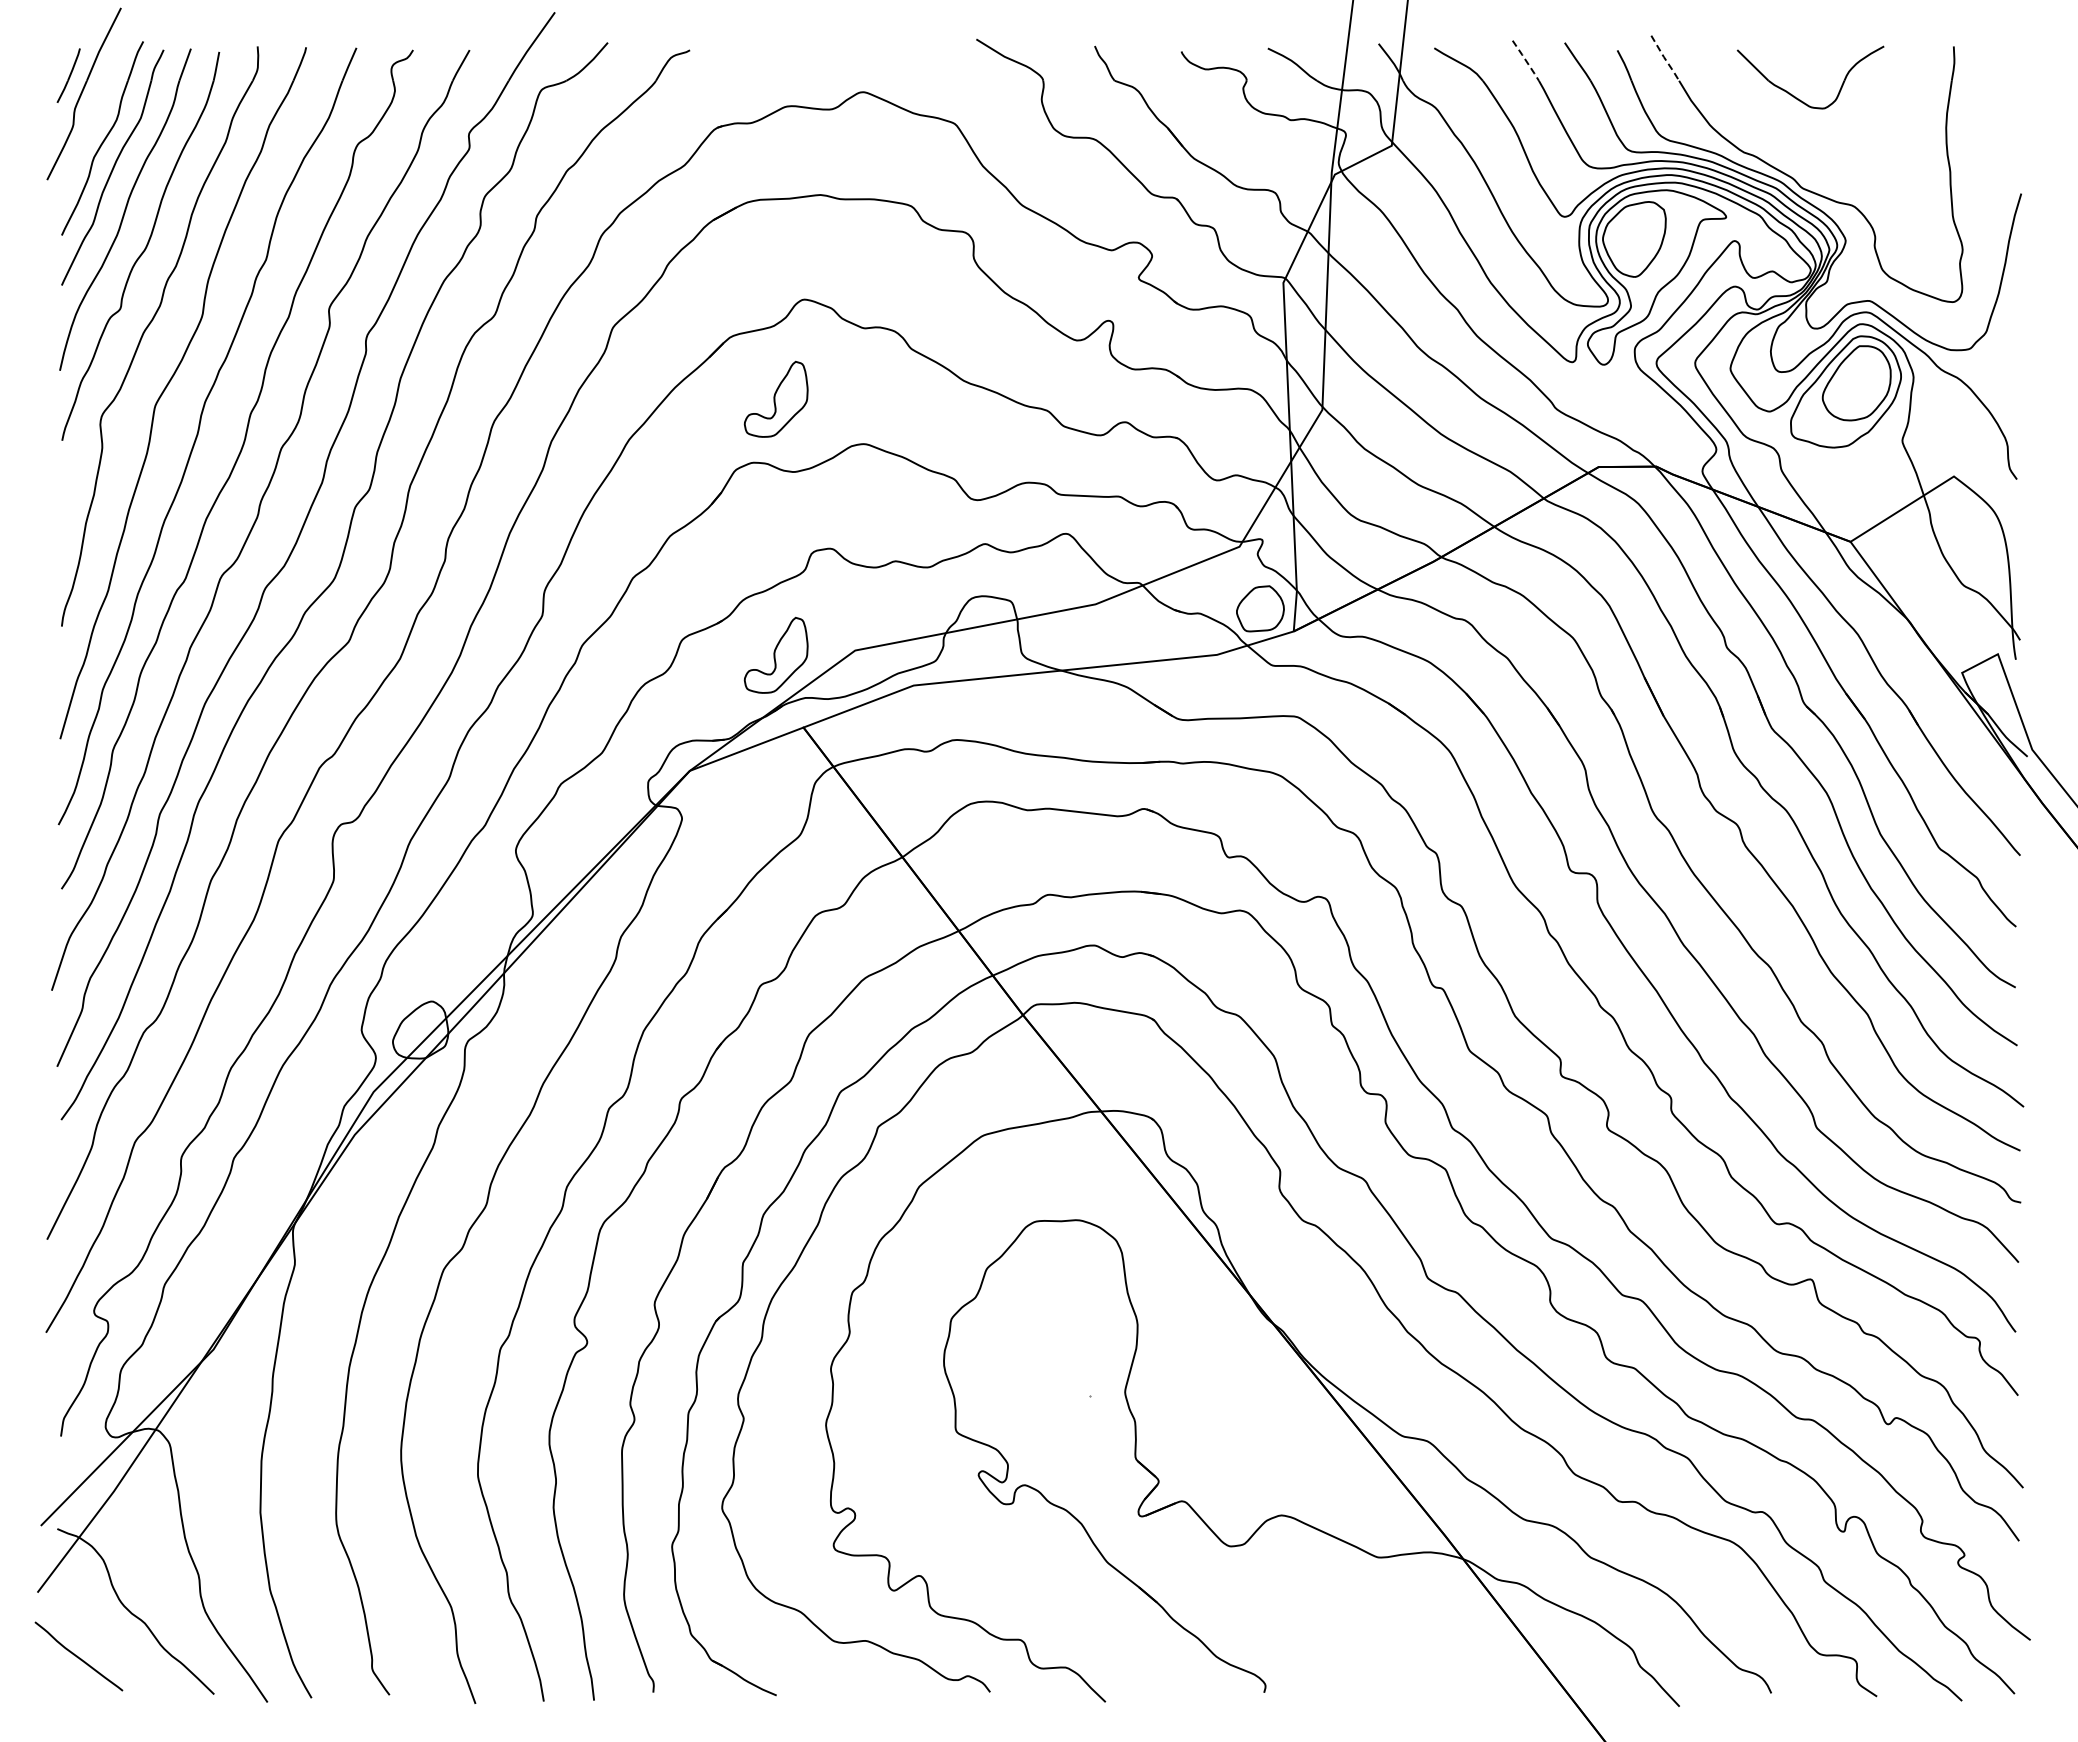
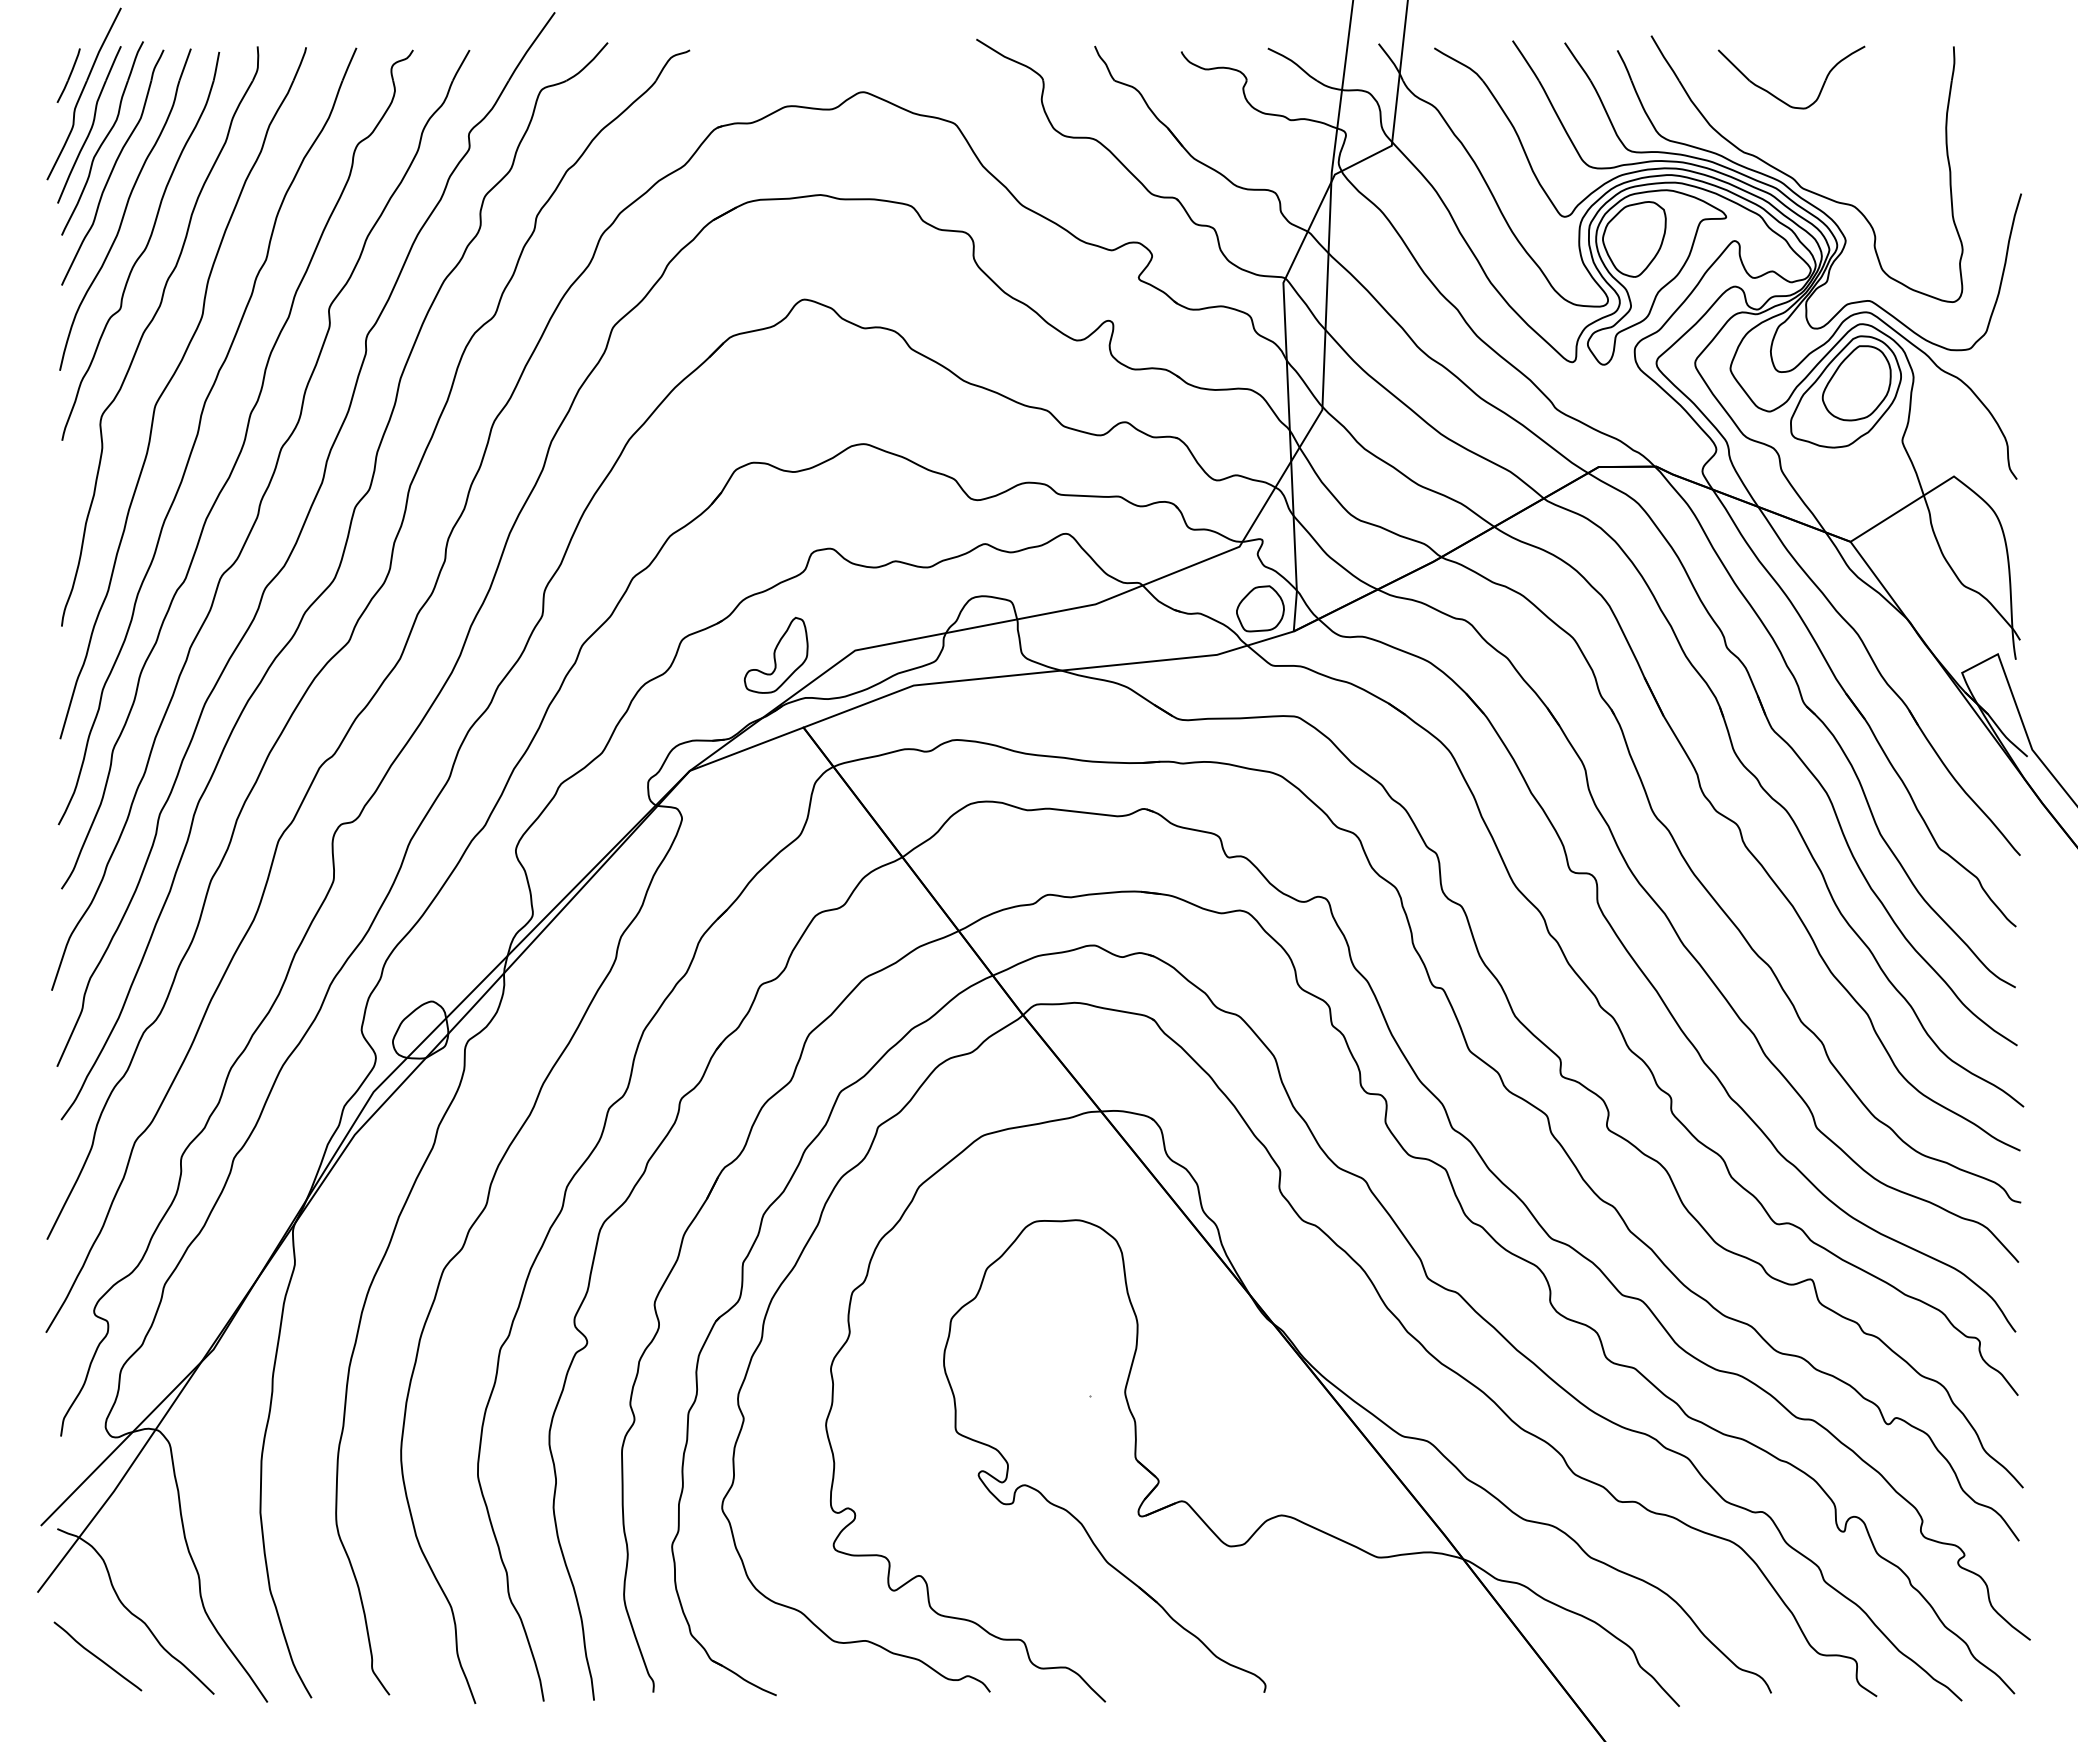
line at (1665, 58): dashed -> solid
line at (1526, 60): dashed -> solid
part at (1797, 97) position: (1797, 97) -> (1778, 97)
part at (89, 124): none -> present
part at (775, 398): present -> none
curve at (78, 1656) position: (78, 1656) -> (97, 1656)
